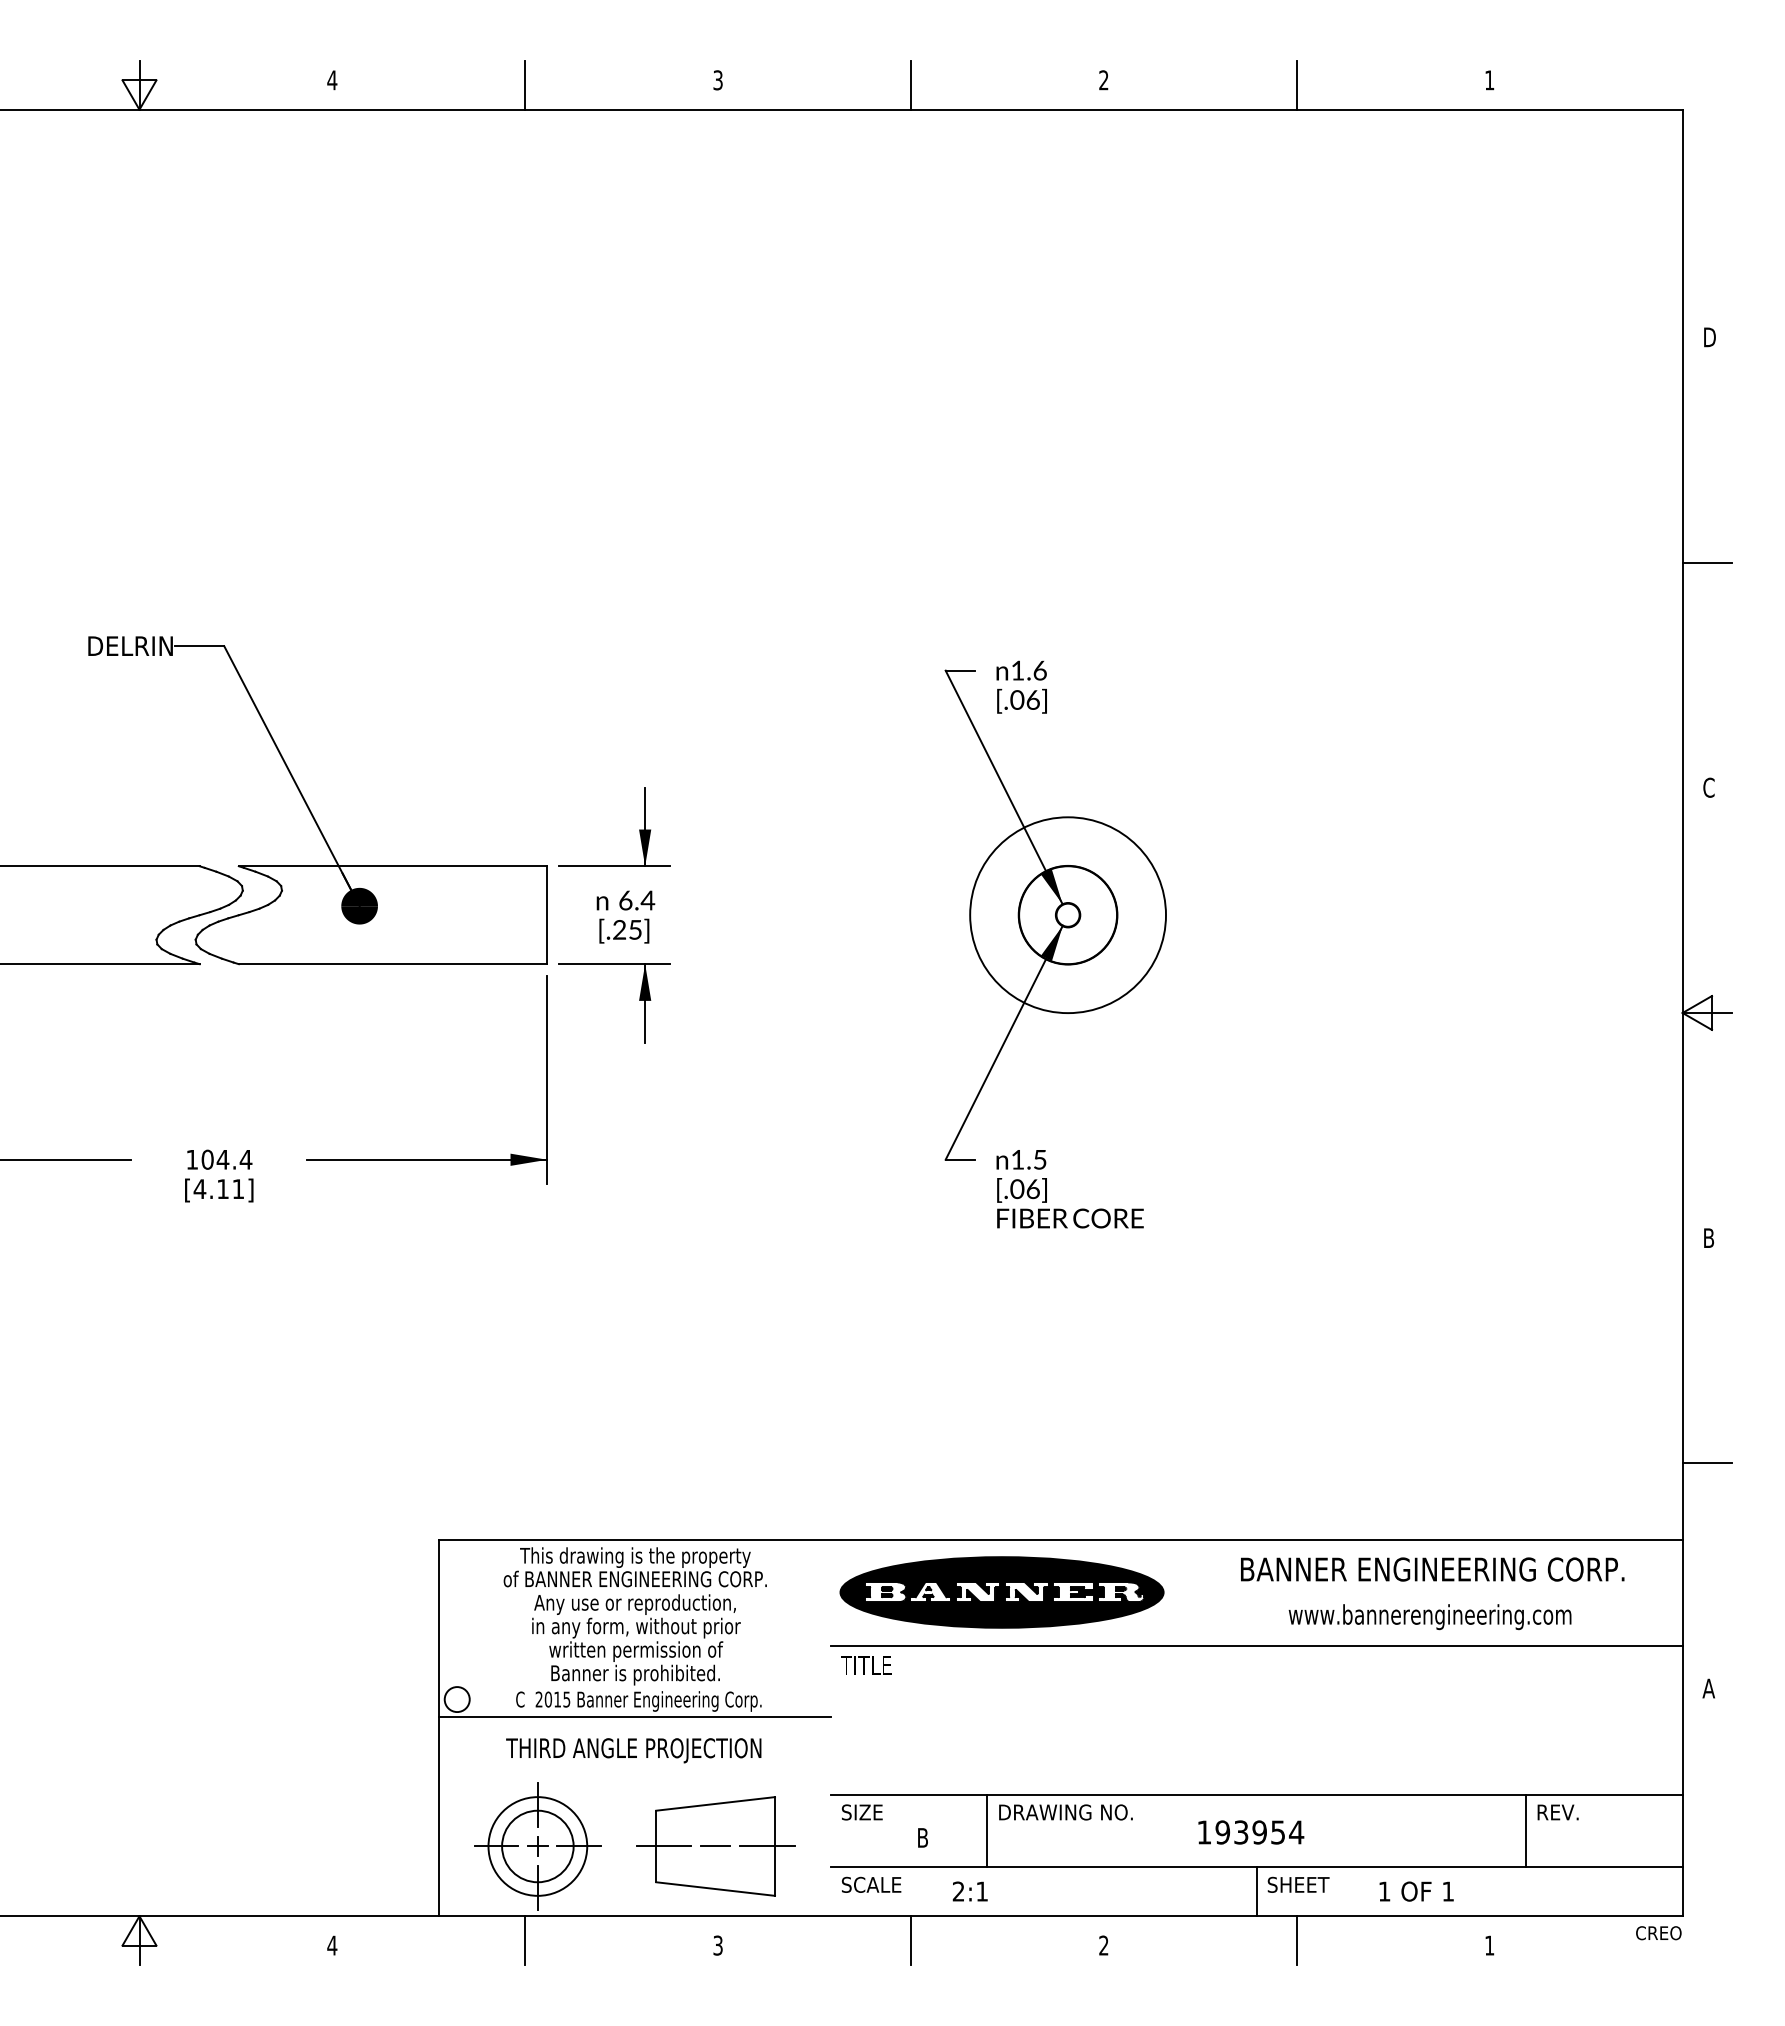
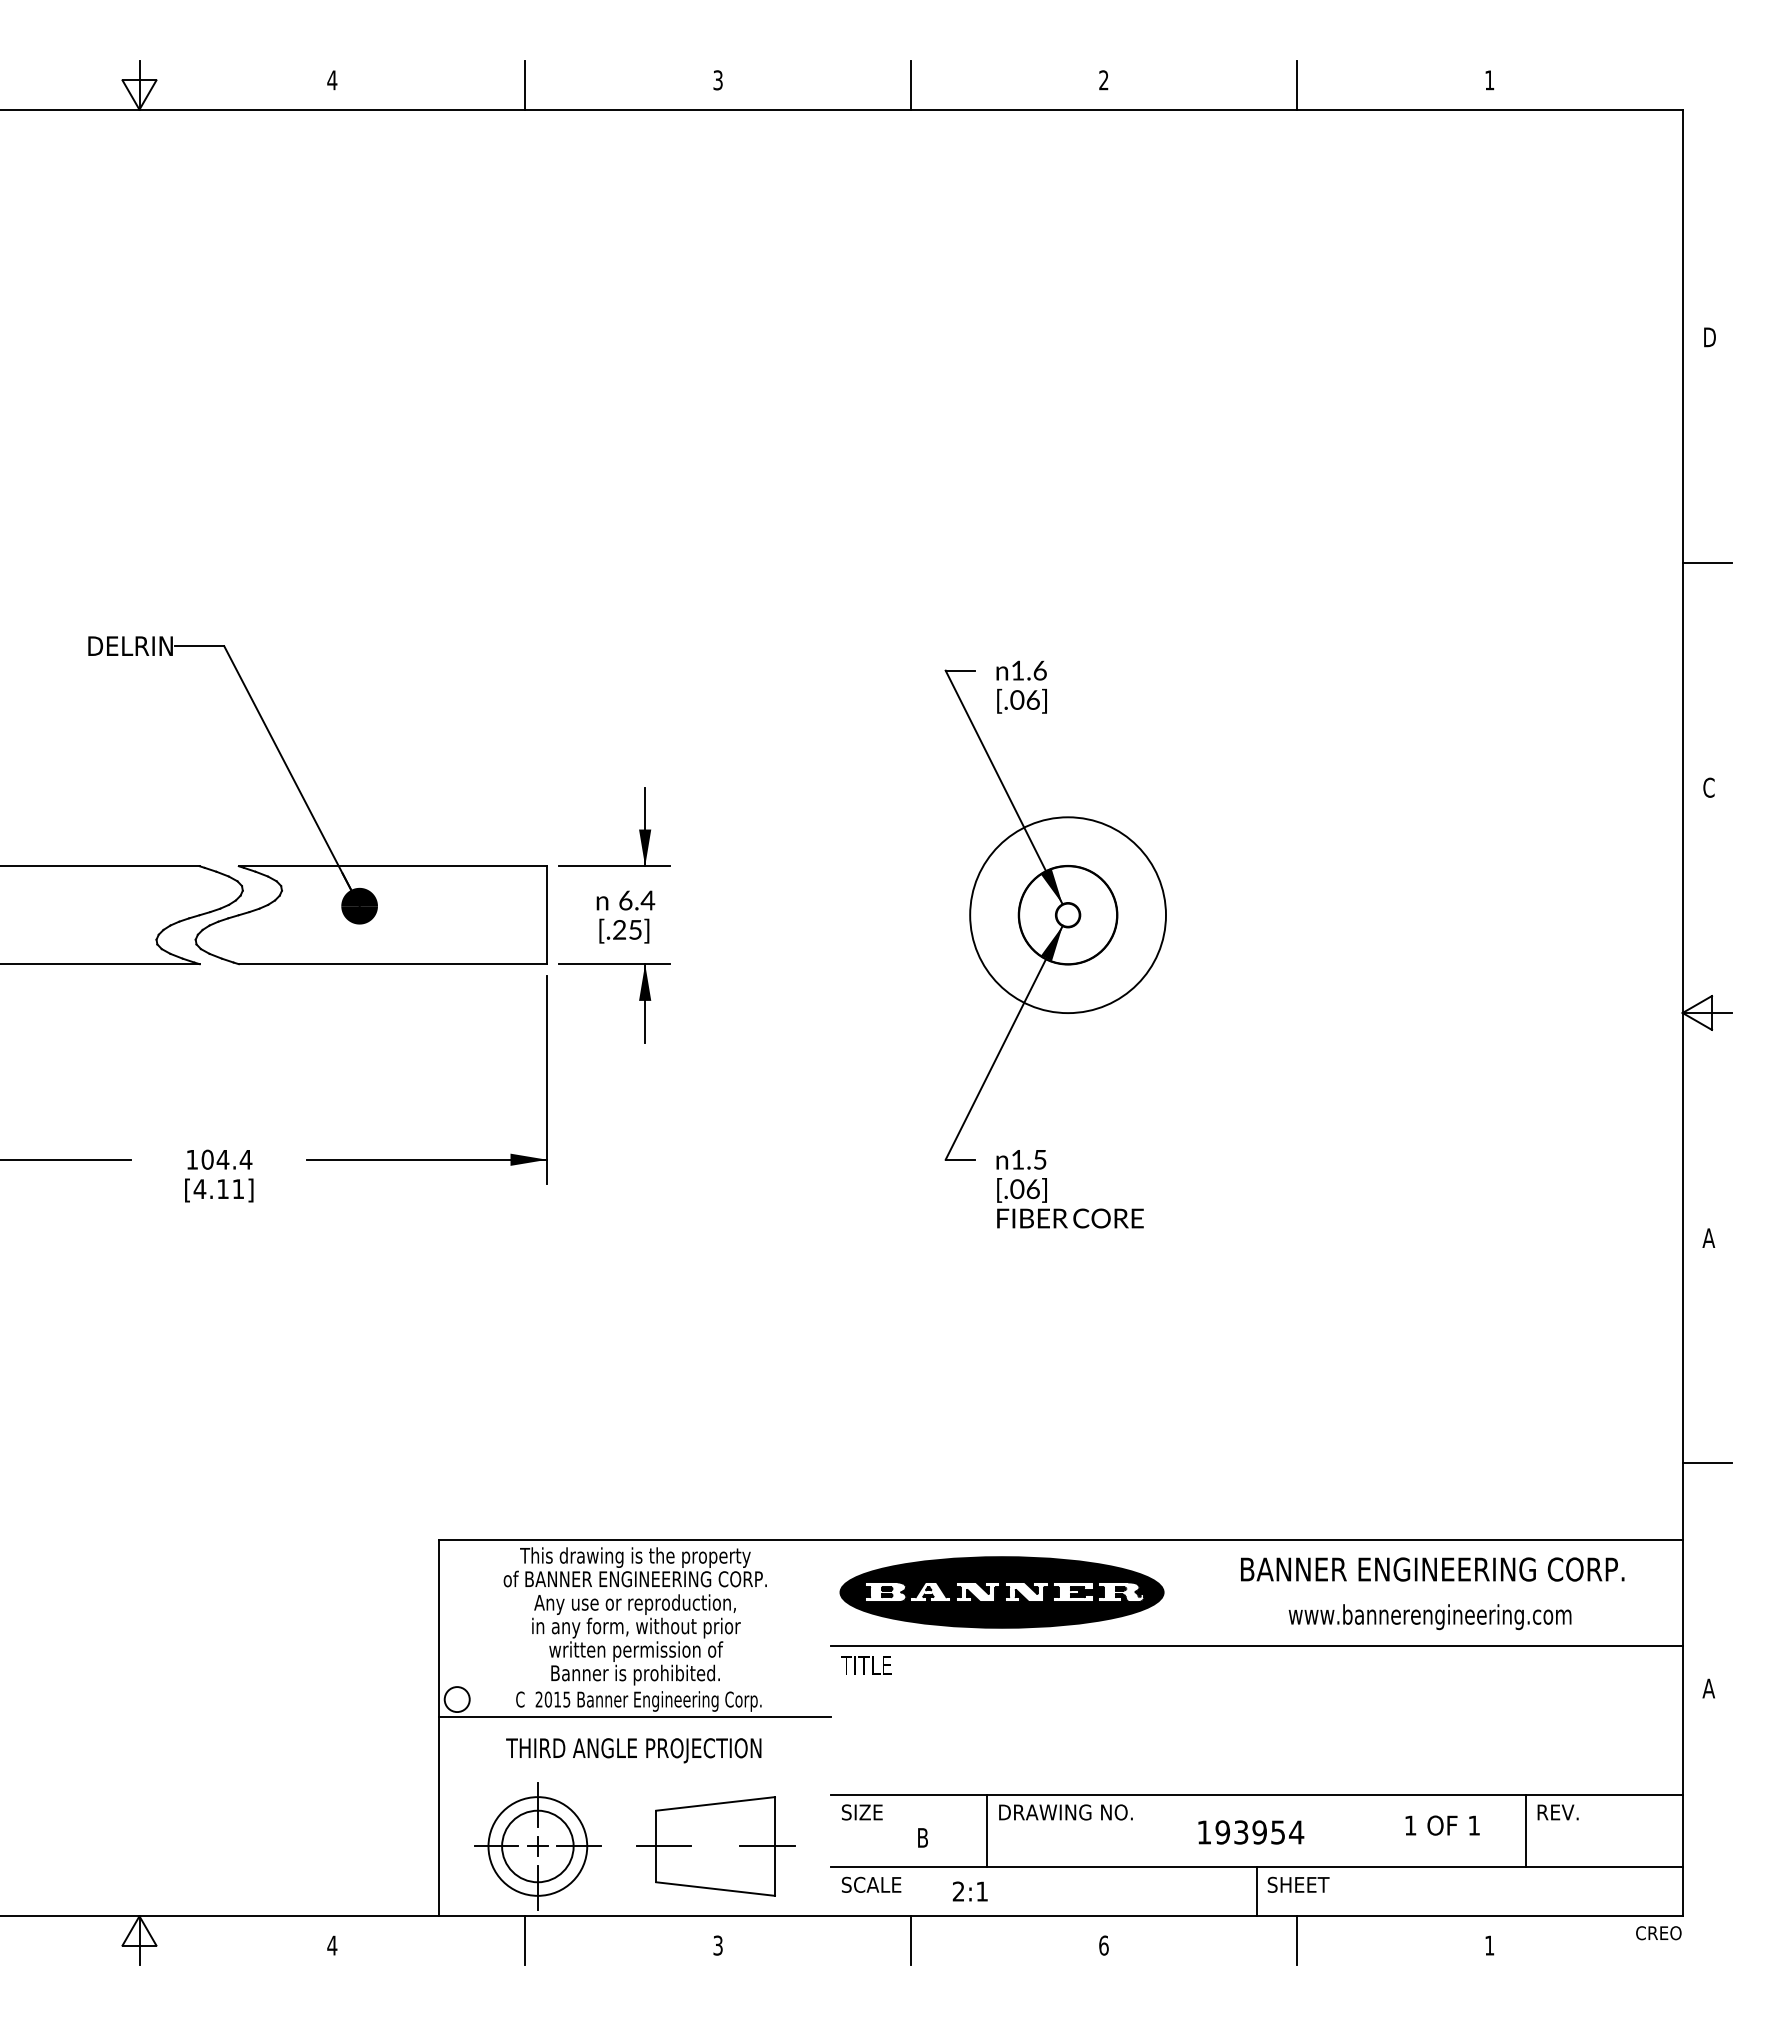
text at (1708, 1237): B -> A
line at (715, 1846): present -> none
text at (1416, 1891) position: (1416, 1891) -> (1442, 1825)
text at (1103, 1945): 2 -> 6
